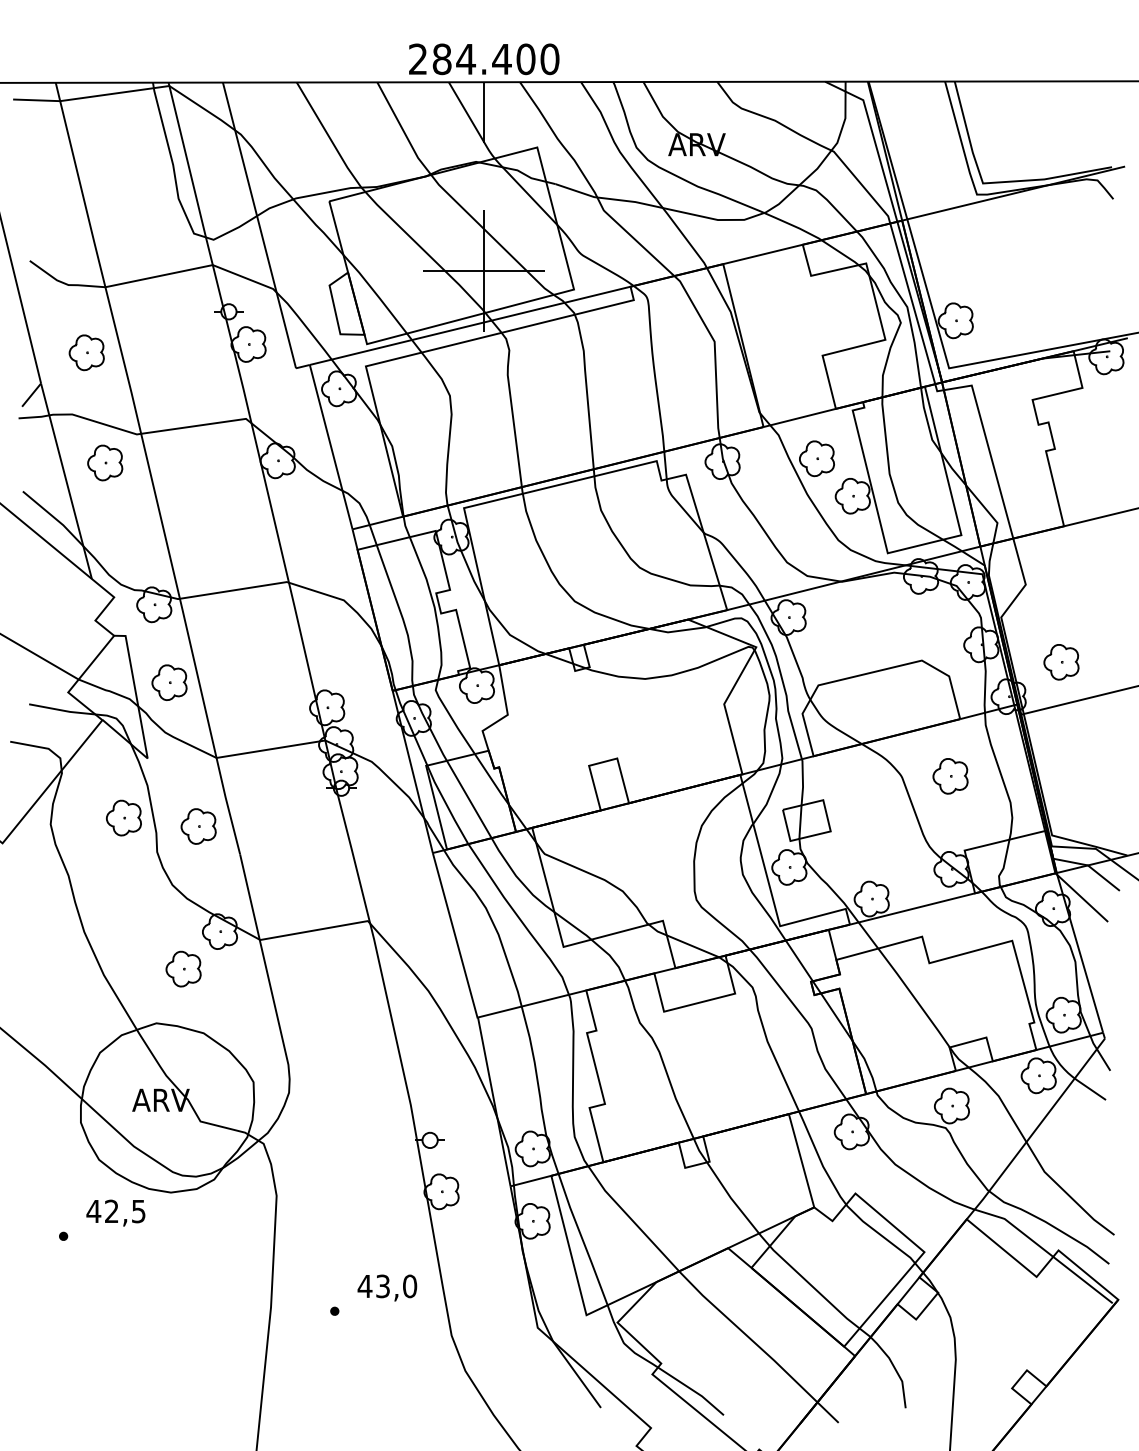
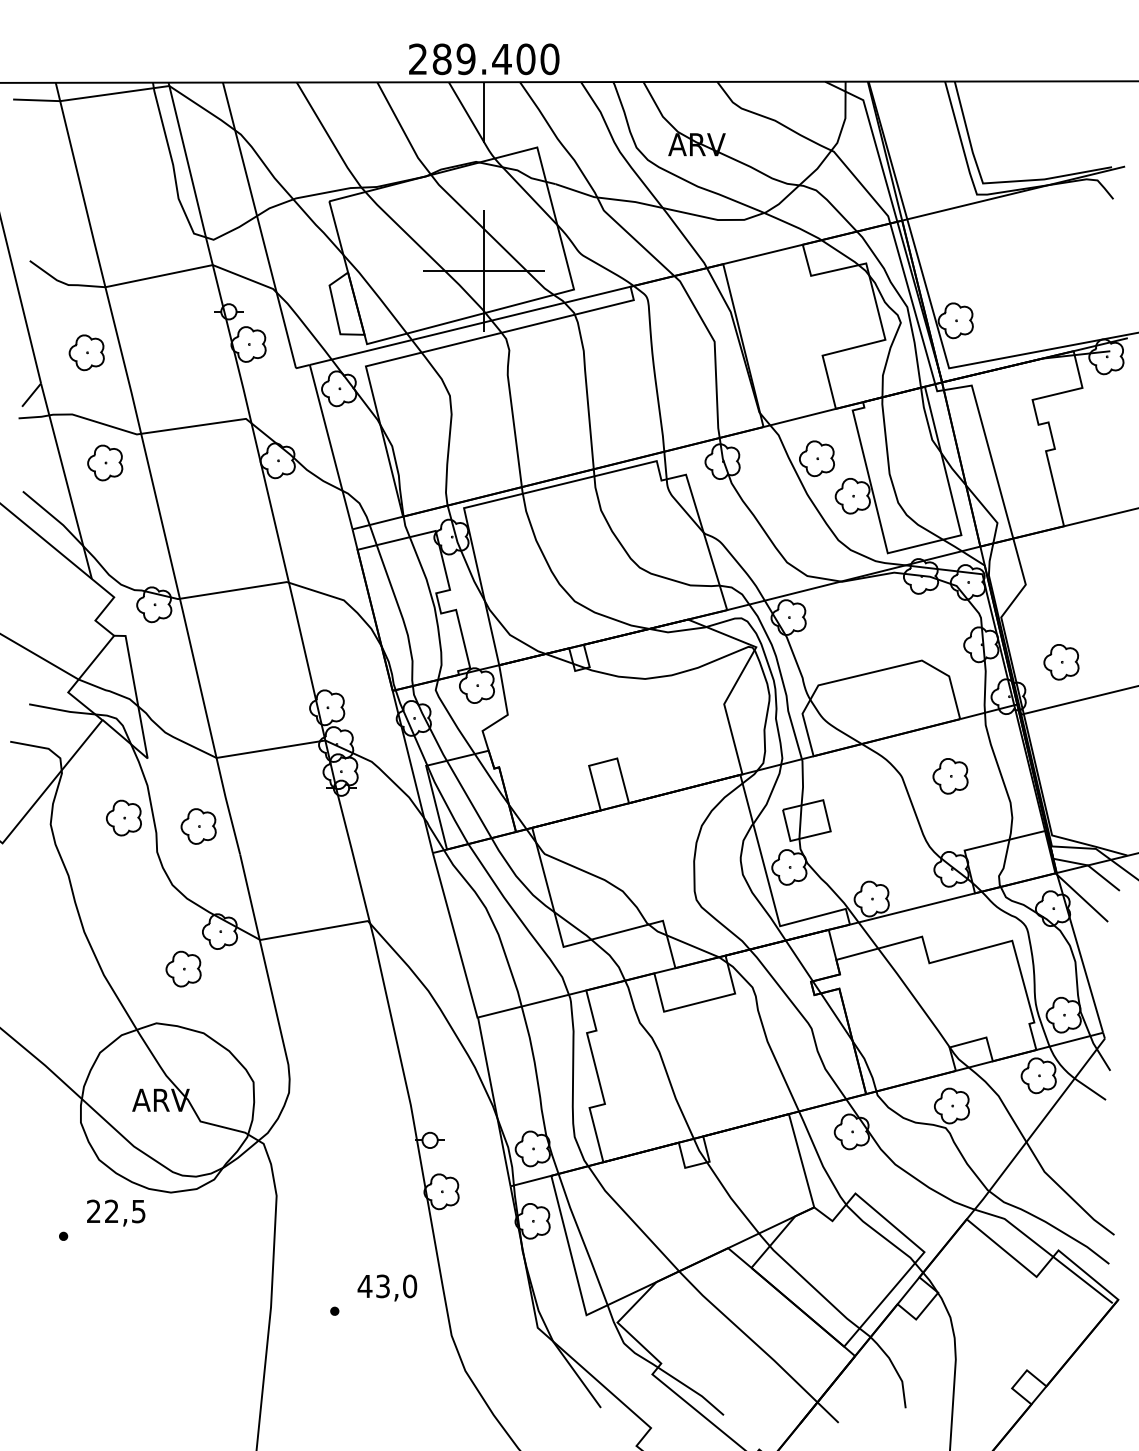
text at (465, 59): 284.400 -> 289.400
part at (169, 682): present -> none
text at (93, 1210): 42,5 -> 22,5
